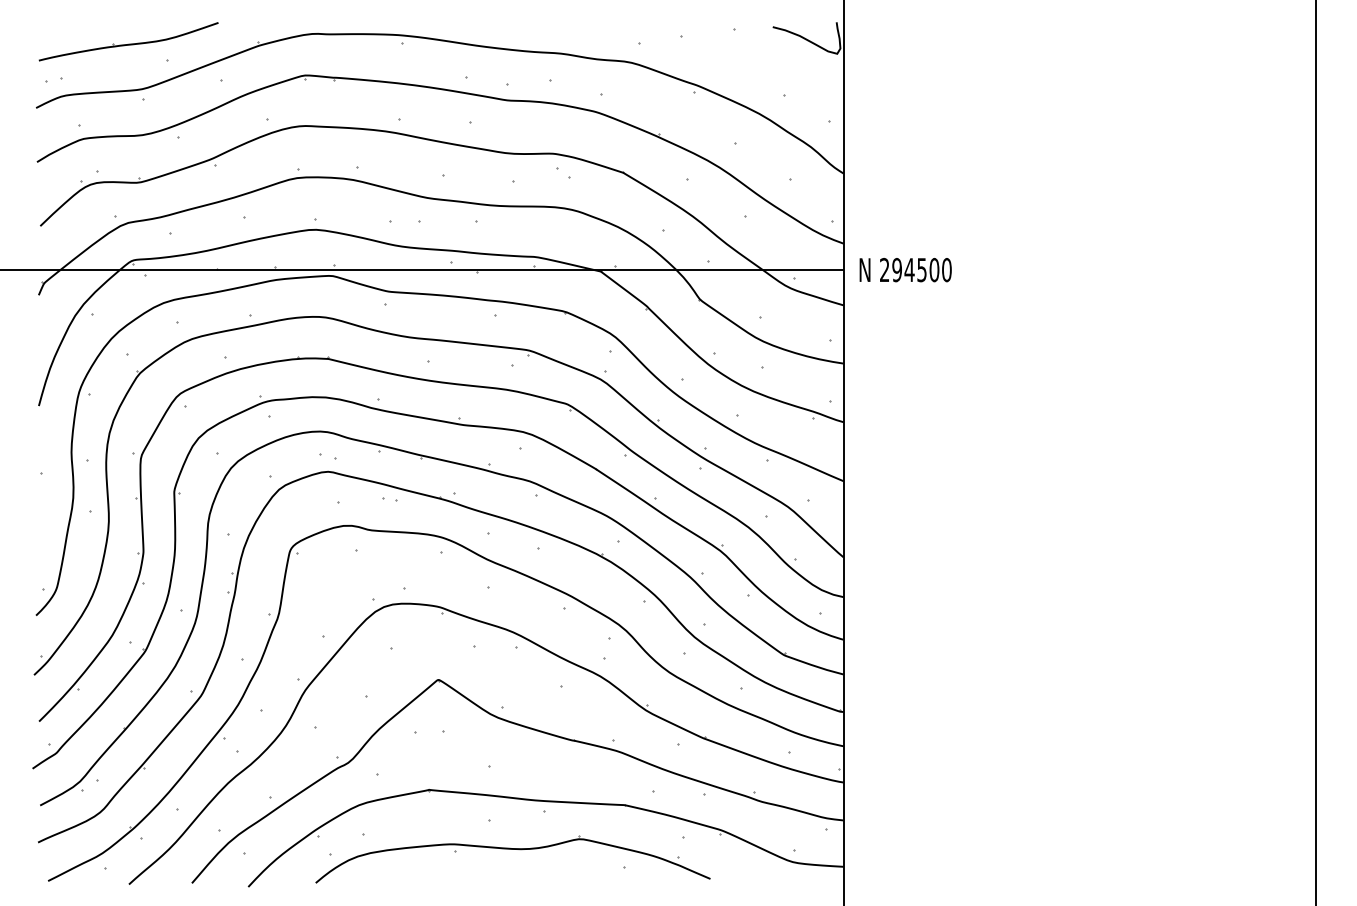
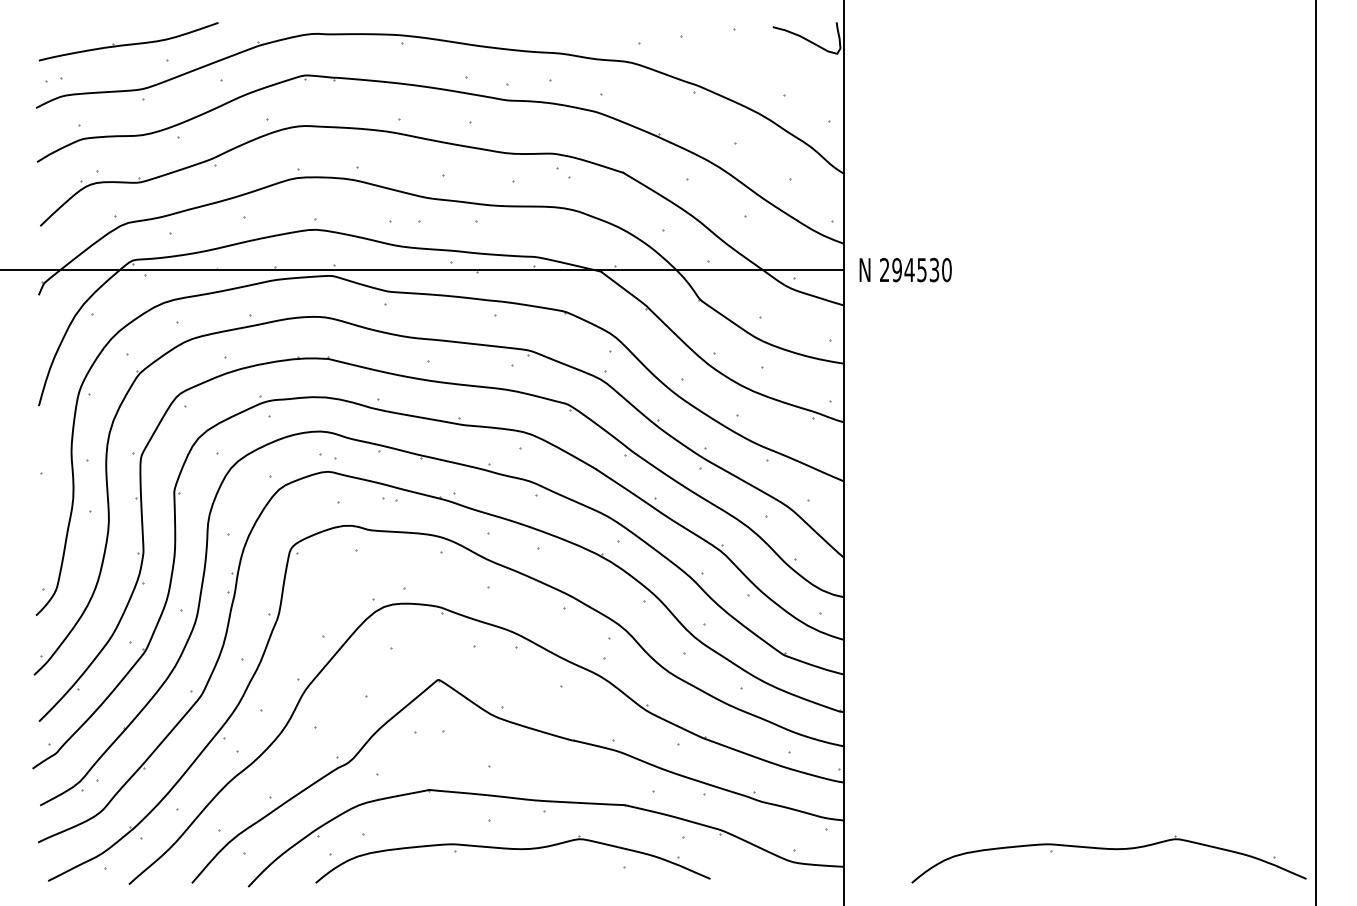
text at (934, 269): 294500 -> 294530
part at (1108, 849): none -> present
